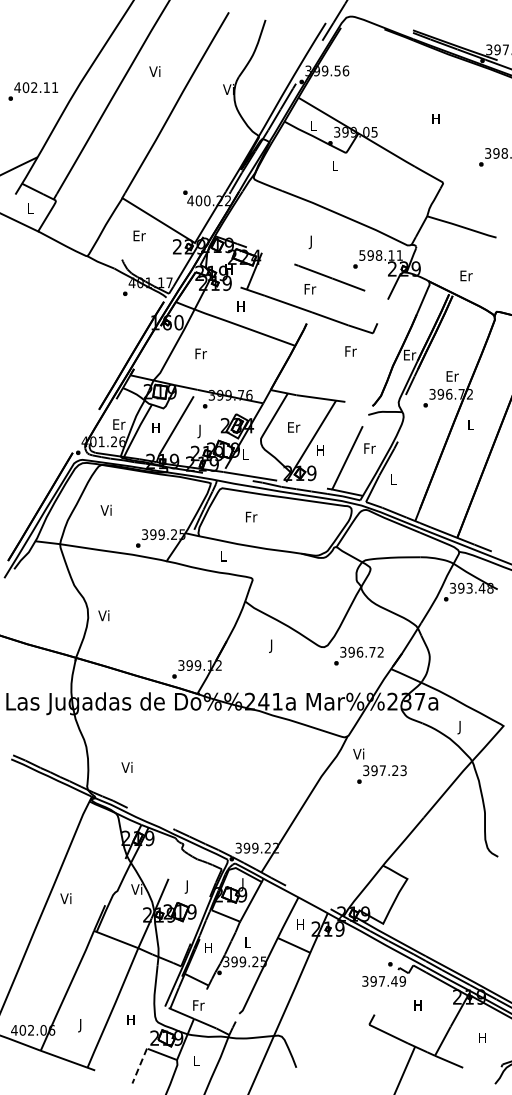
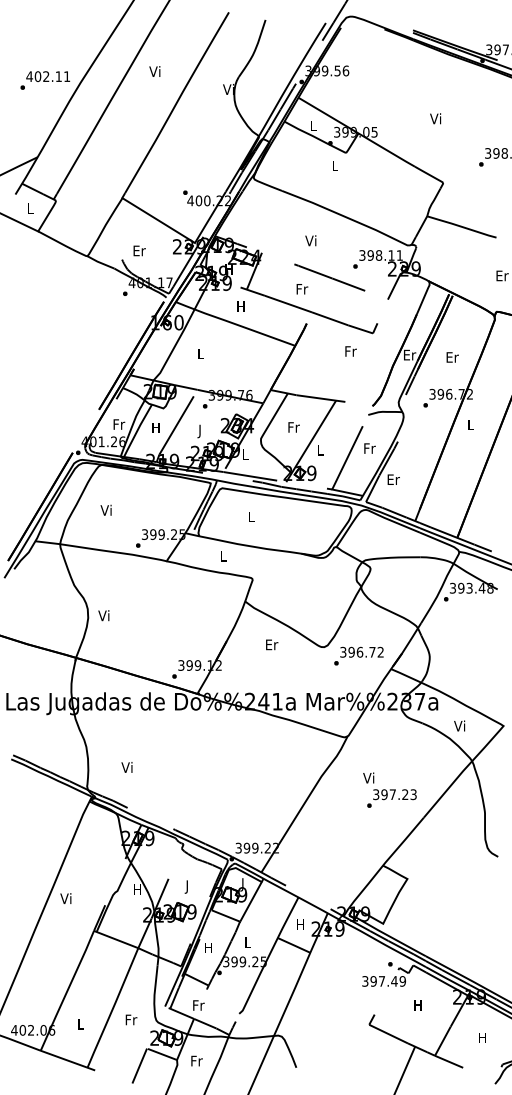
text at (33, 91) position: (33, 91) -> (45, 80)
text at (435, 118): H -> Vi
text at (139, 235) position: (139, 235) -> (139, 250)
text at (310, 242): J -> Vi
text at (362, 254): 598.11 -> 398.11
text at (466, 275) position: (466, 275) -> (502, 275)
text at (310, 289) position: (310, 289) -> (302, 289)
text at (200, 353): Fr -> L
text at (452, 376) position: (452, 376) -> (452, 357)
text at (119, 424): Er -> Fr
text at (294, 427): Er -> Fr
text at (320, 450): H -> L
text at (393, 479): L -> Er
text at (251, 516): Fr -> L
text at (272, 645): J -> Er
text at (459, 727): J -> Vi
text at (379, 765) position: (379, 765) -> (389, 789)
text at (136, 888): Vi -> H
text at (131, 1019): H -> Fr
text at (80, 1025): J -> L
text at (196, 1060): L -> Fr
line at (139, 1066): dashed -> solid
